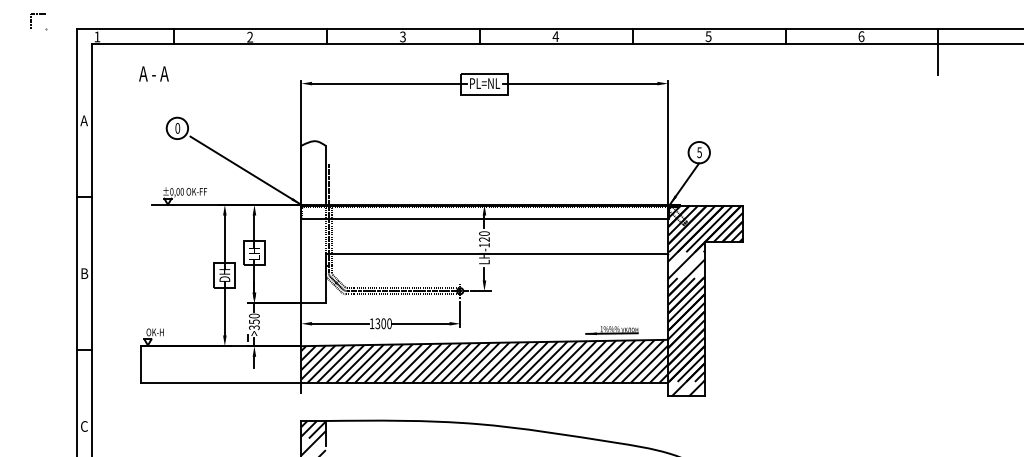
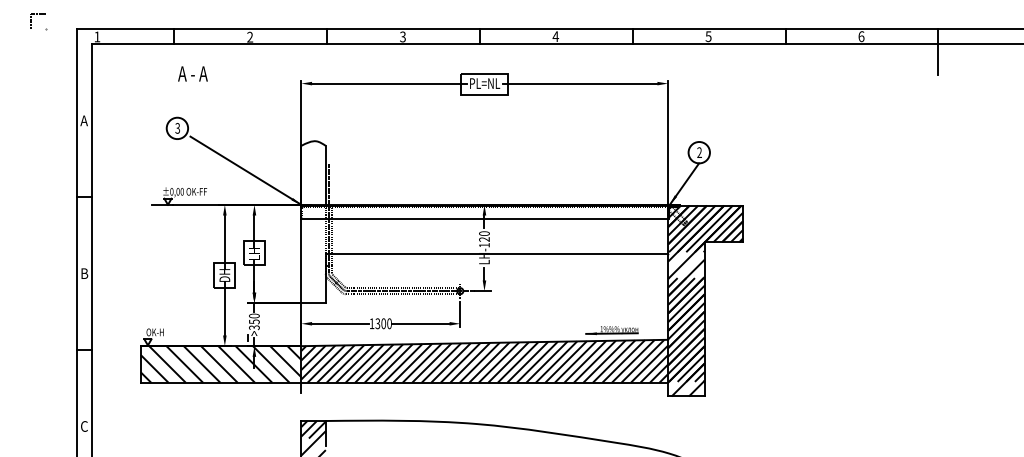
text at (153, 73) position: (153, 73) -> (192, 73)
text at (177, 128): 0 -> 3
text at (699, 152): 5 -> 2
hatch at (220, 364): none -> present
